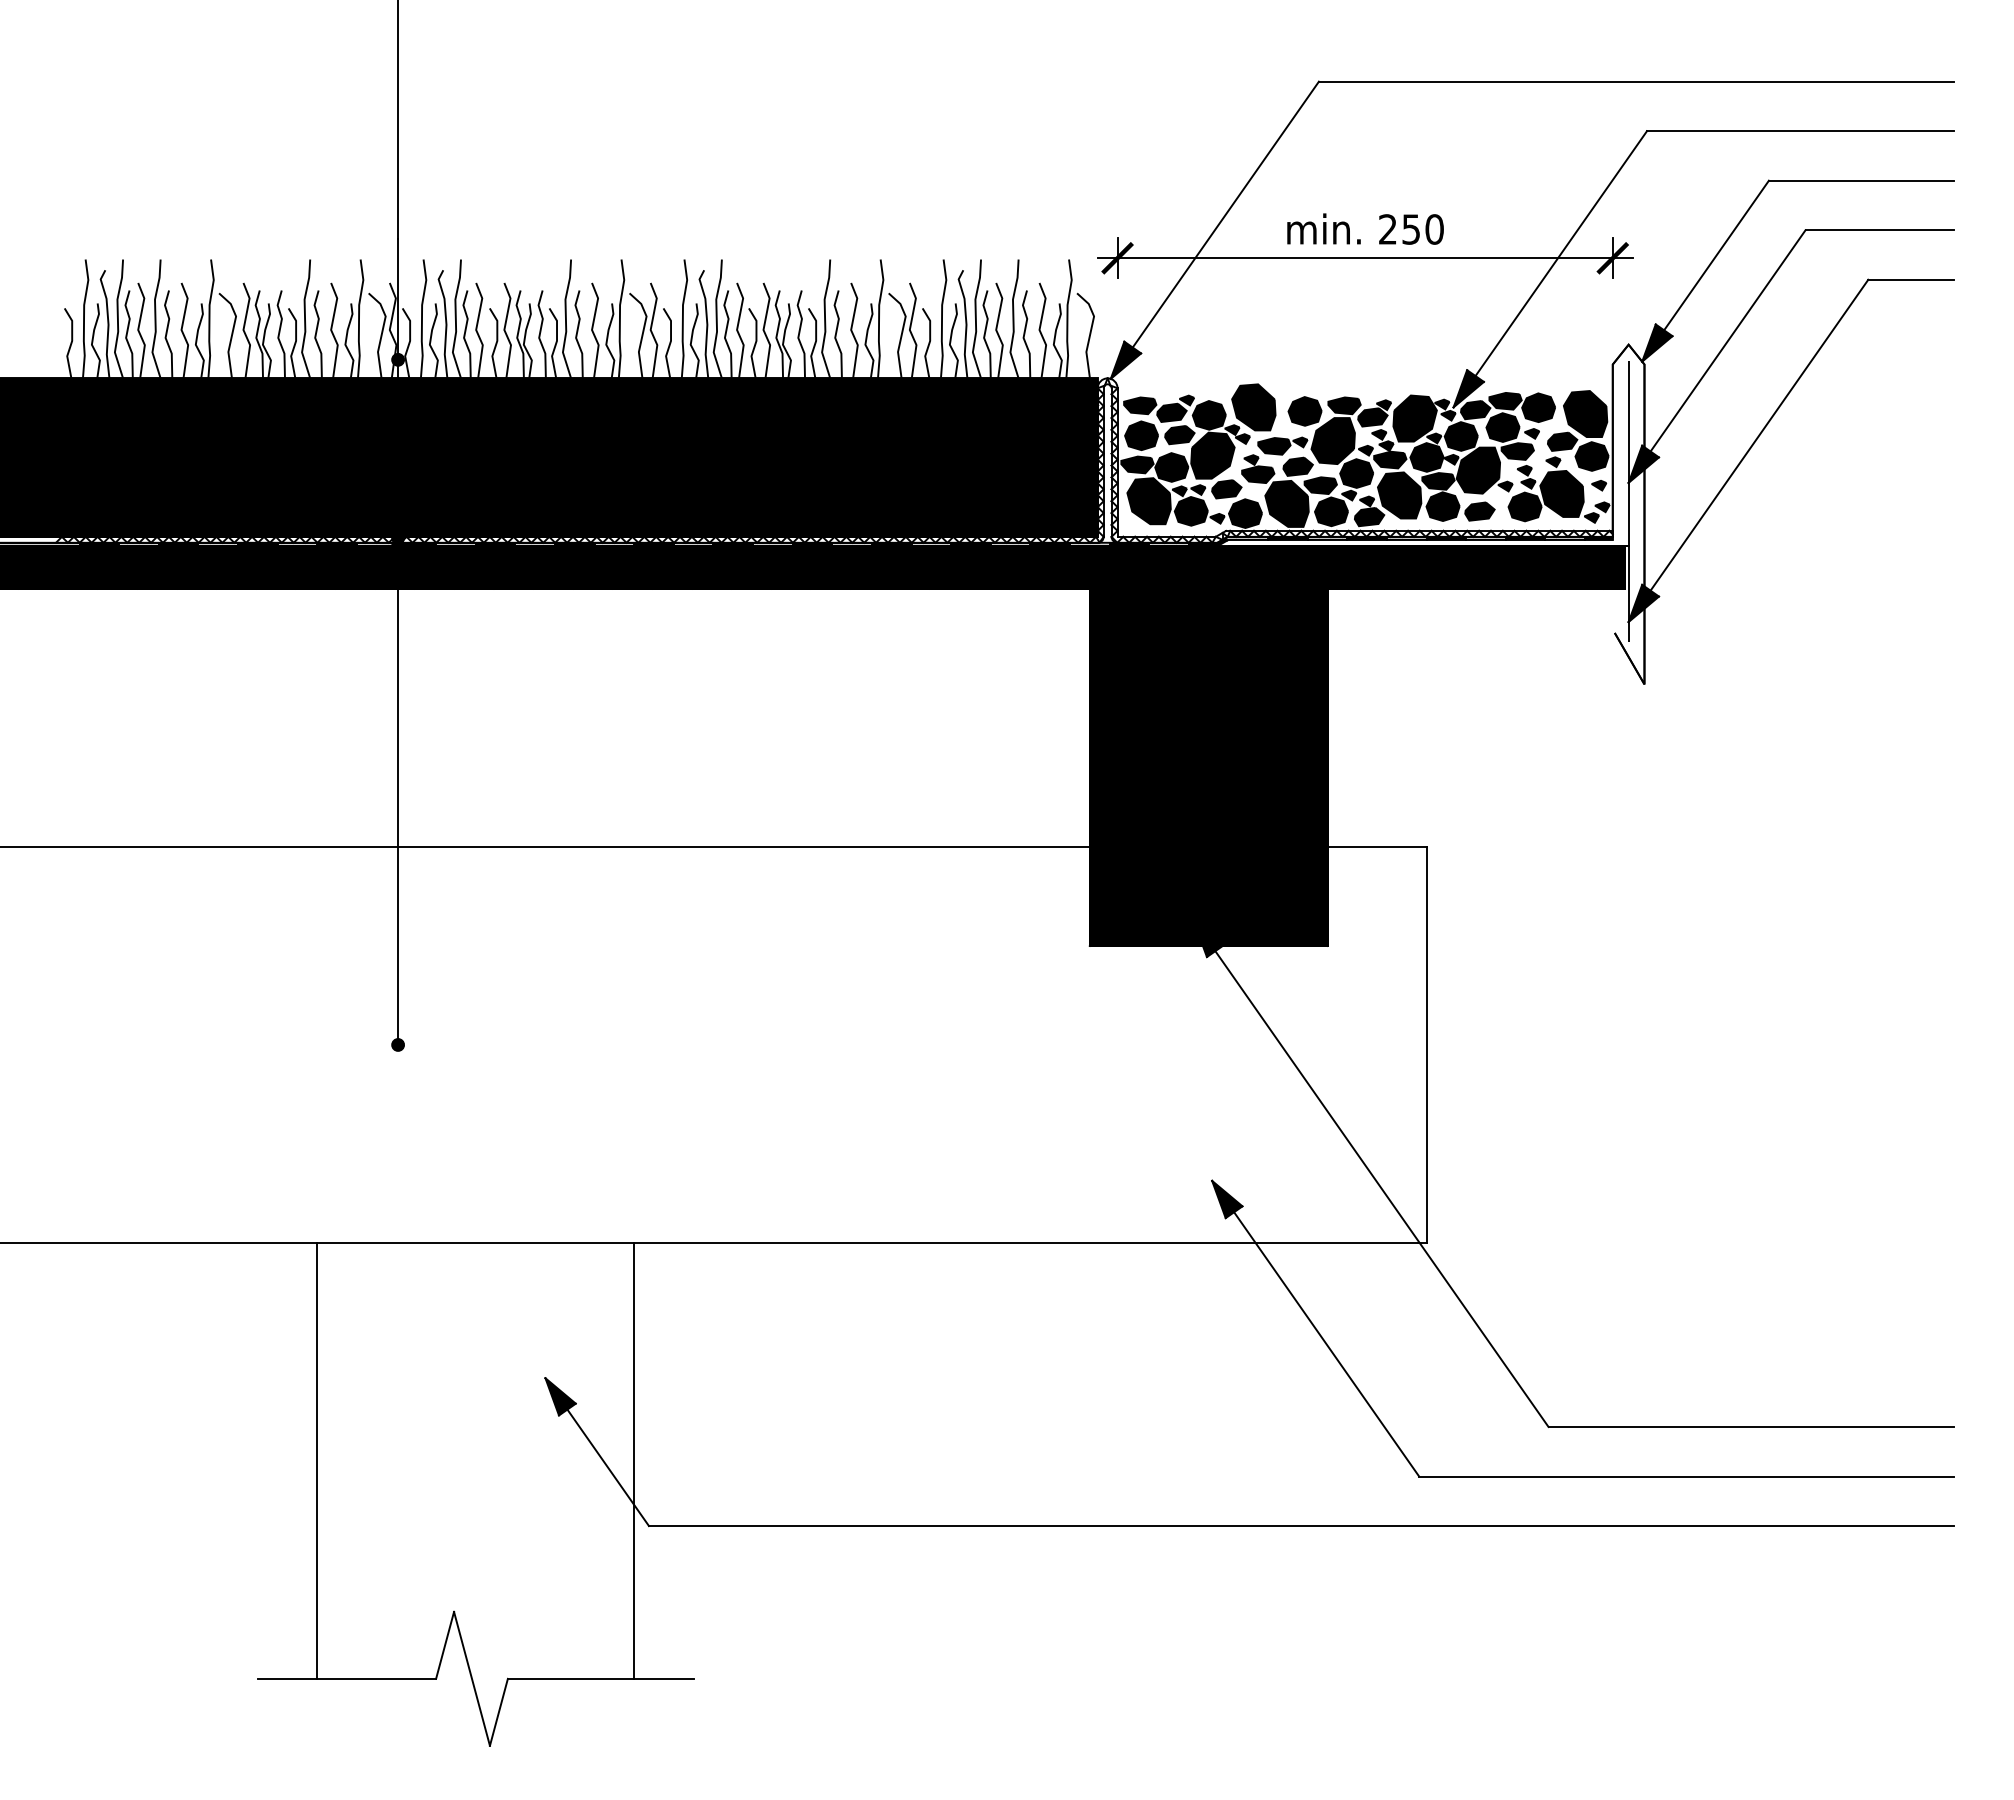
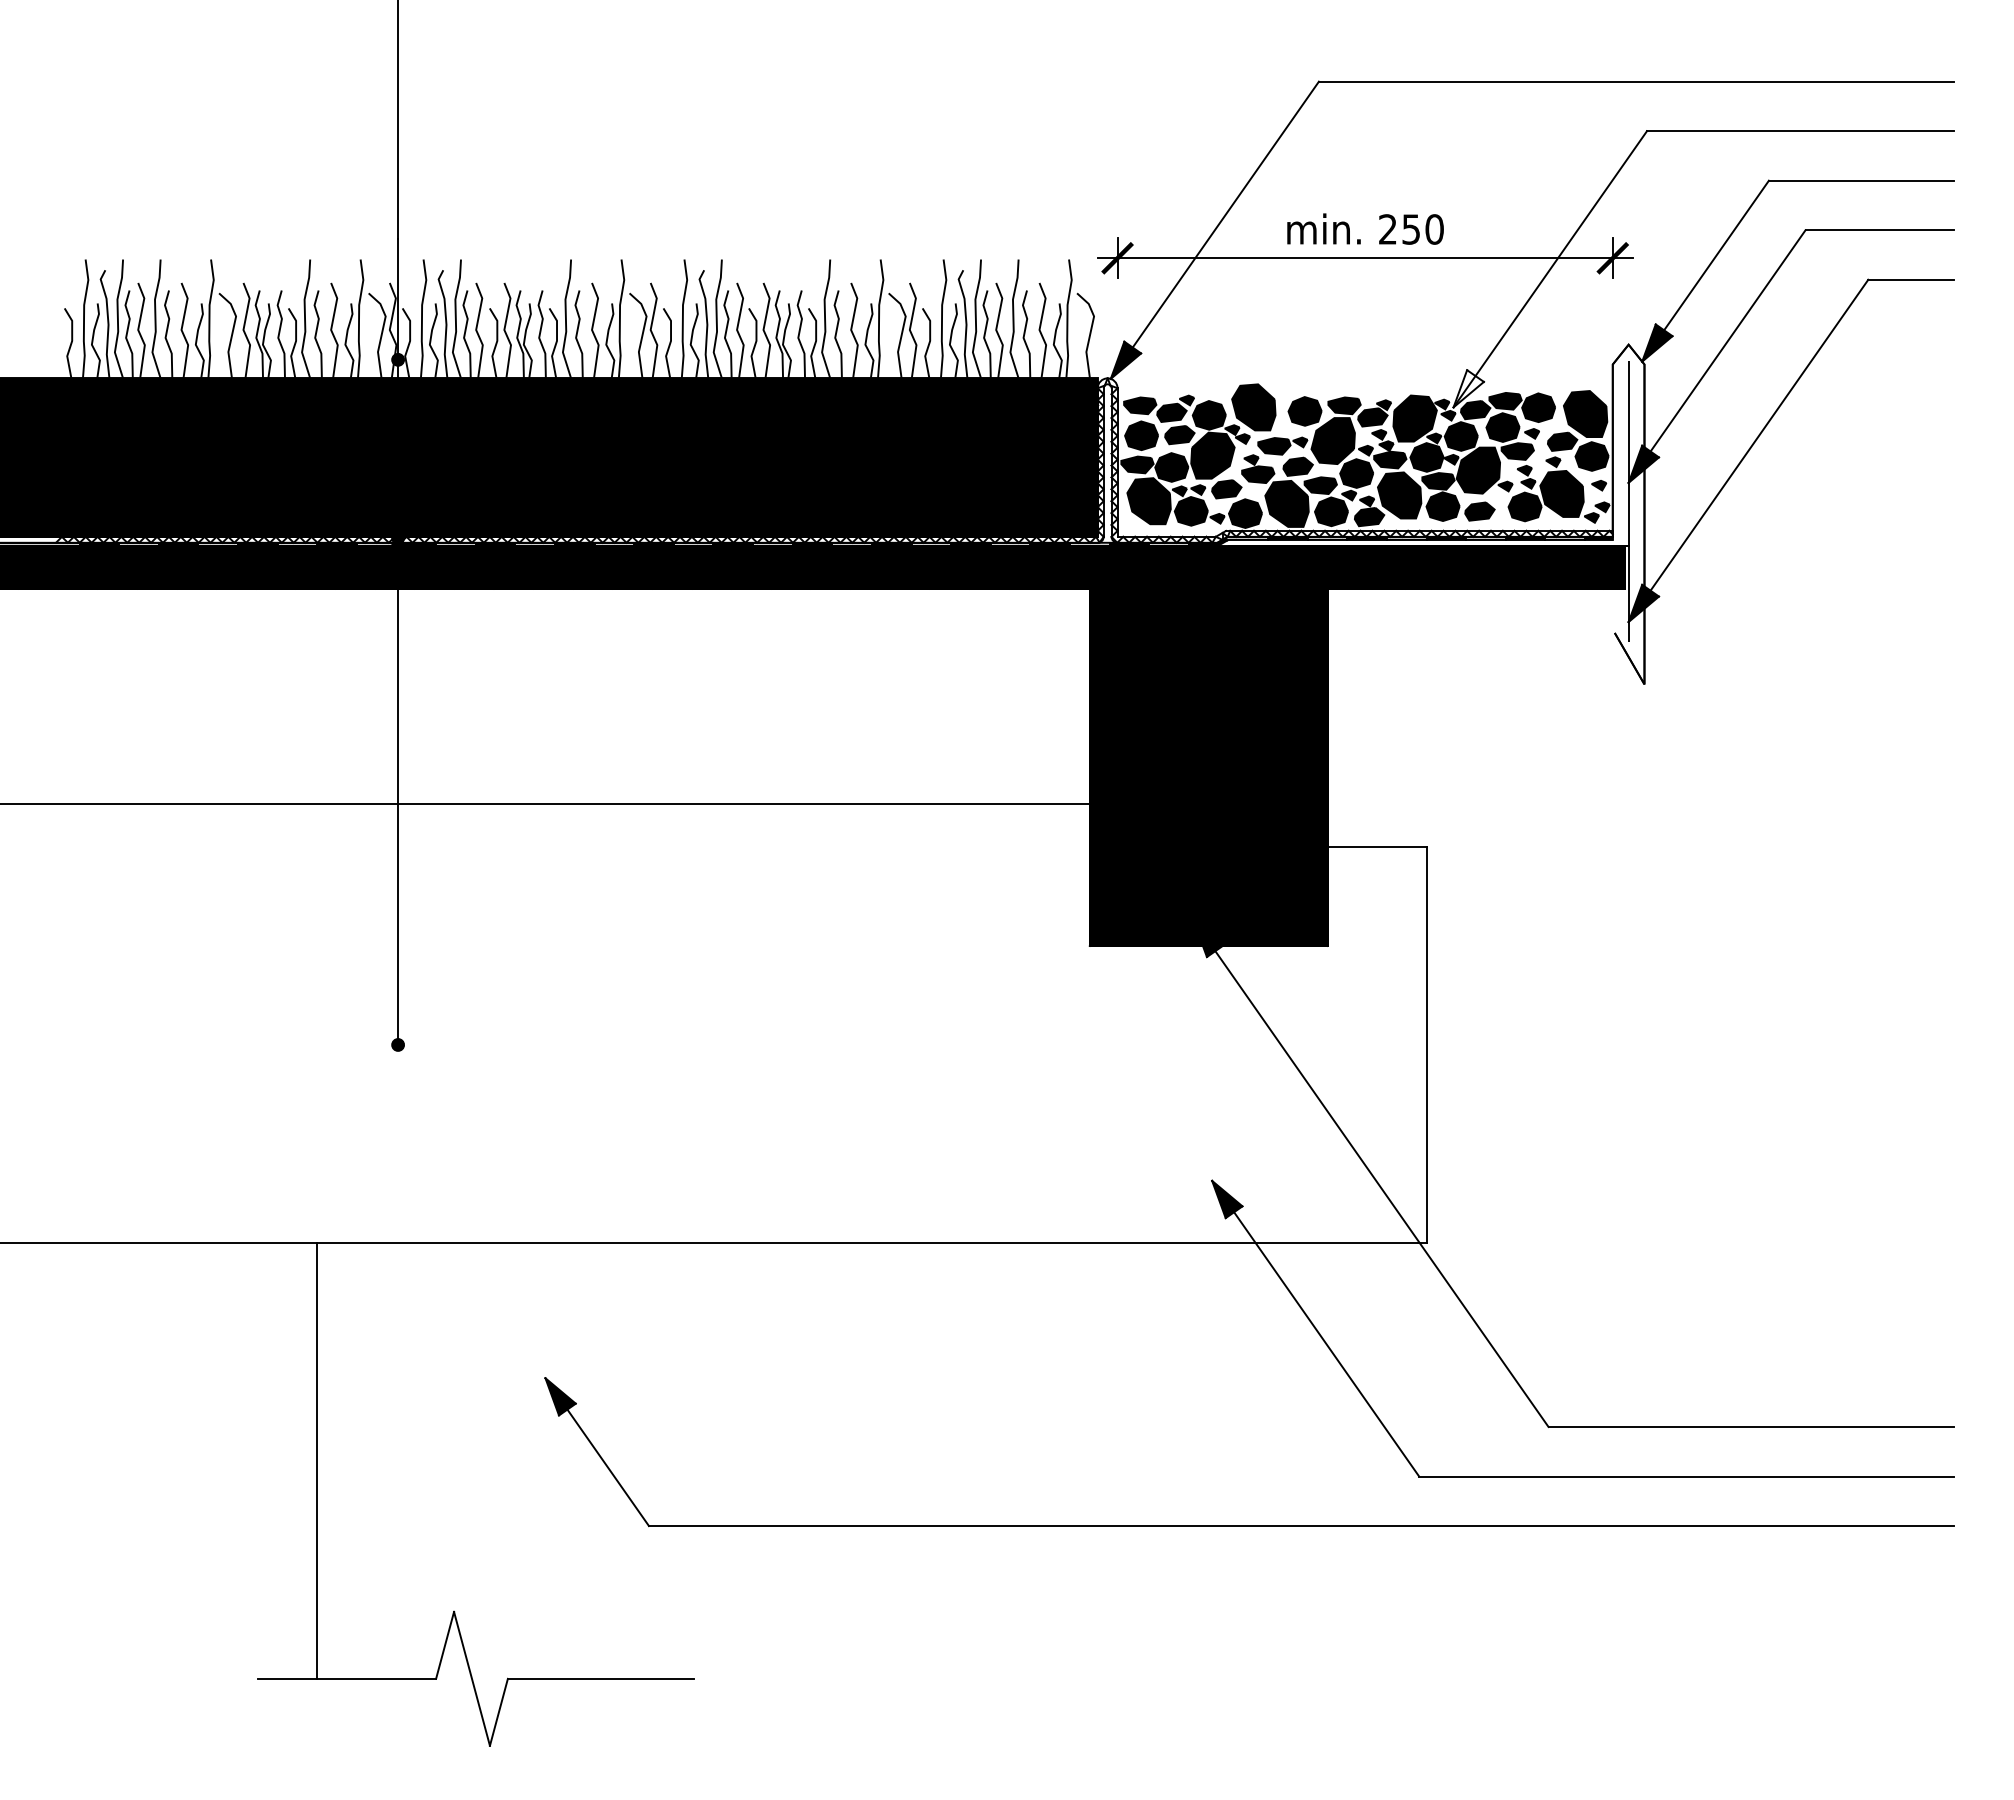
fill at (1468, 388): present -> none
line at (545, 846) position: (545, 846) -> (545, 803)
line at (634, 1460): present -> none
